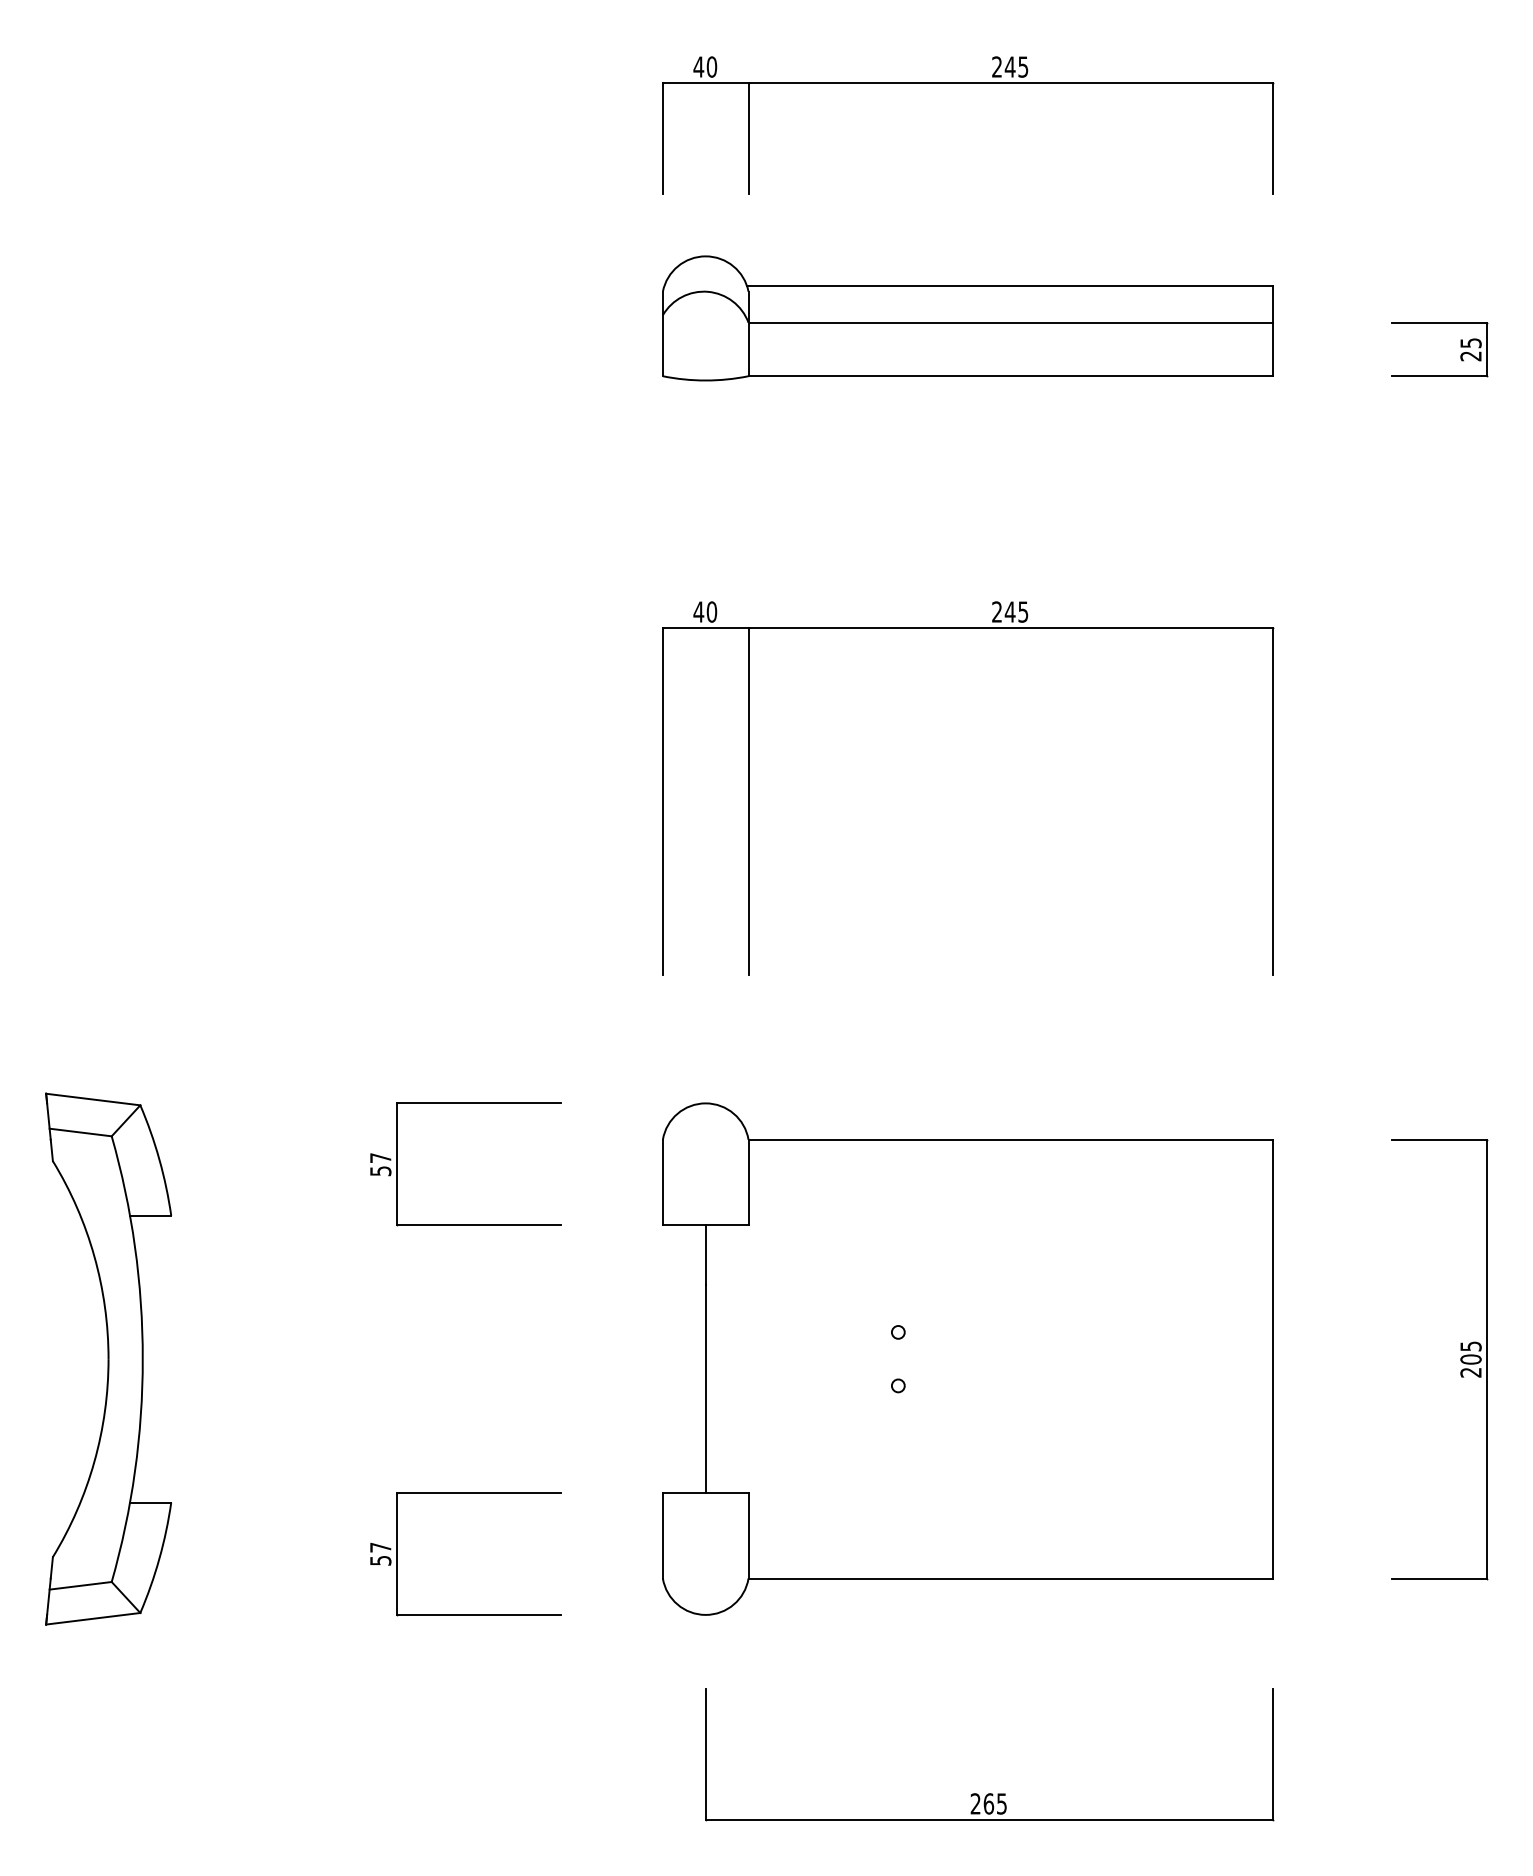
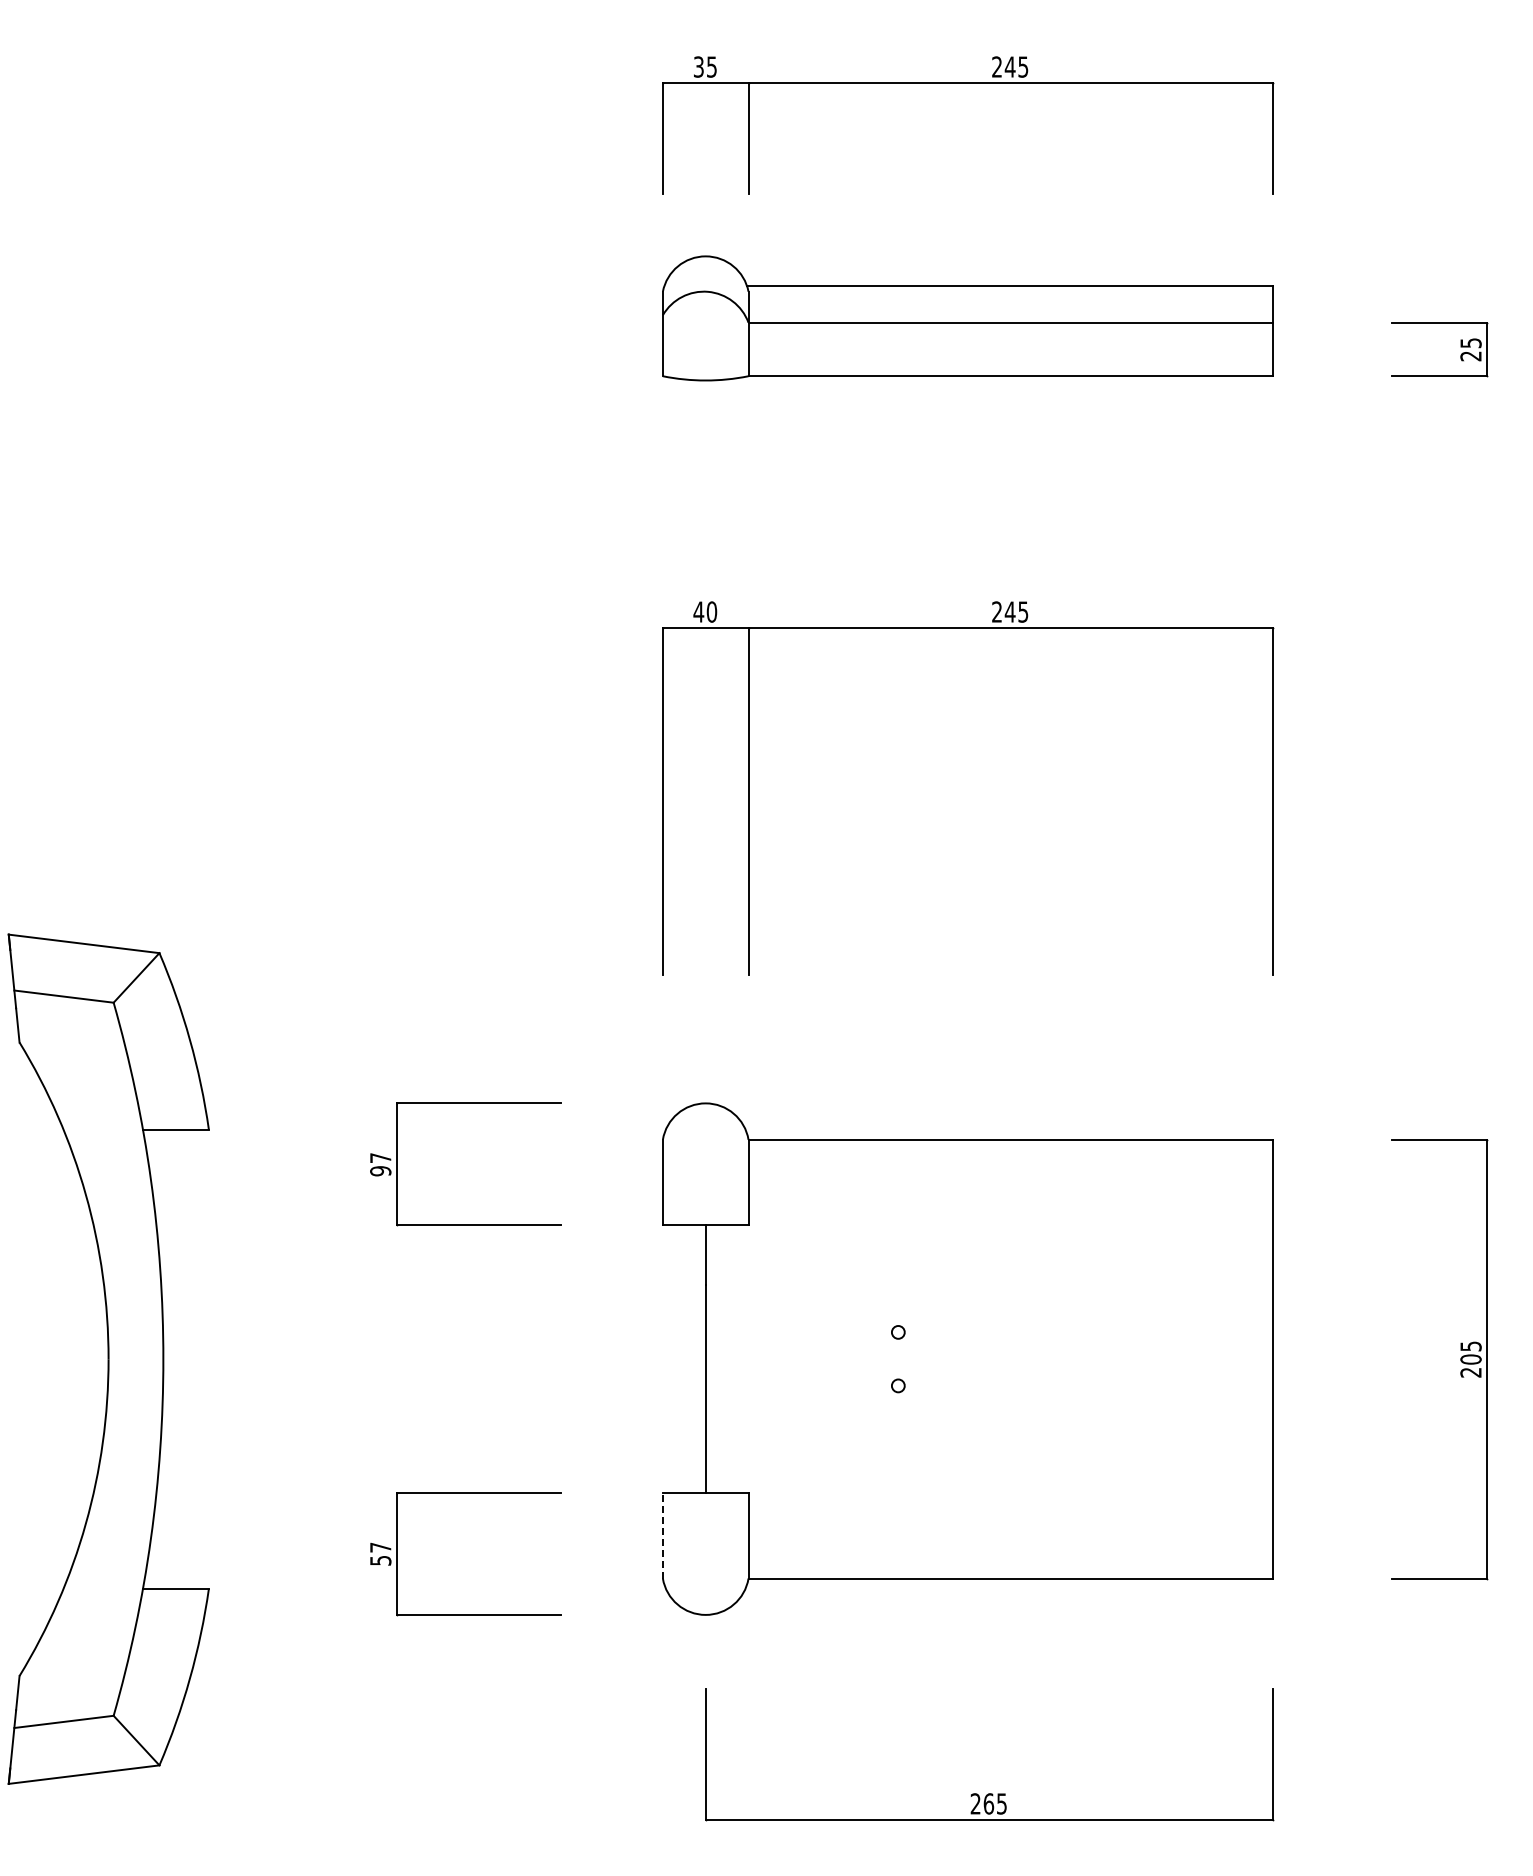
text at (705, 66): 40 -> 35
text at (380, 1171): 57 -> 97
part at (108, 1358) size: 127x534 px -> 203x852 px
line at (662, 1535): solid -> dashed
